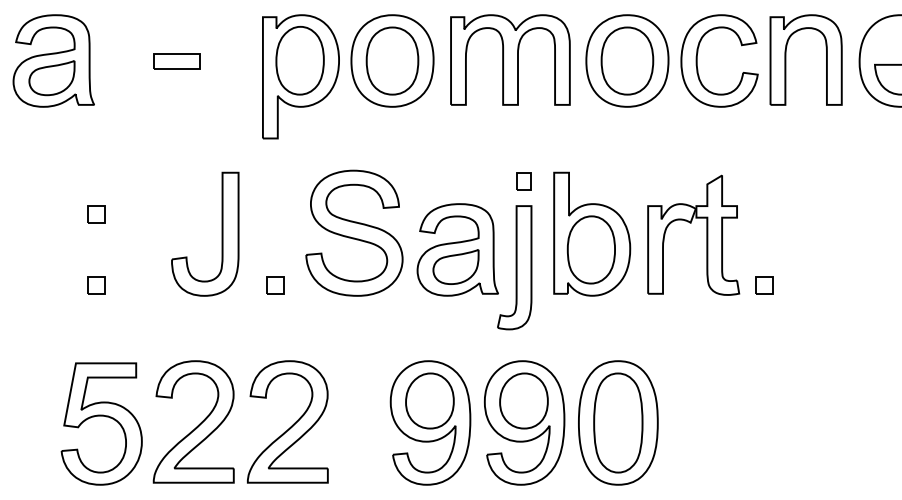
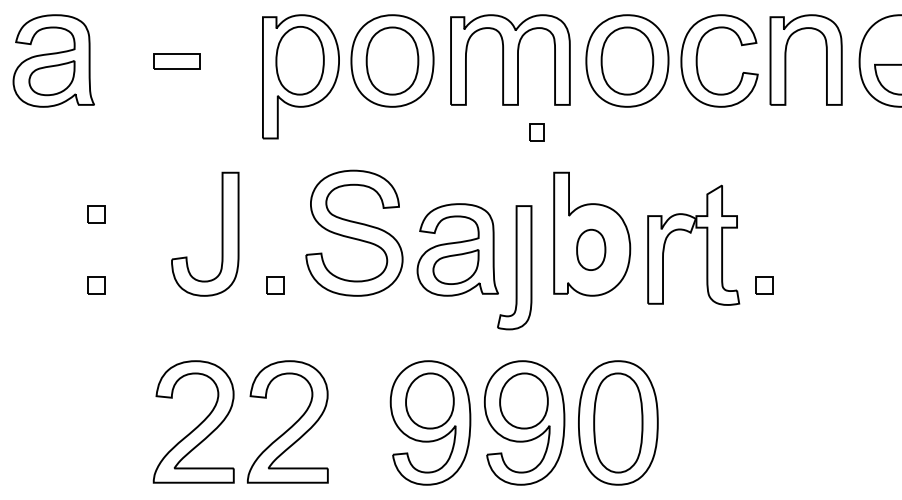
part at (523, 181) position: (523, 181) -> (536, 132)
part at (691, 223) position: (691, 223) -> (691, 233)
part at (590, 249) size: 50x70 px -> 31x43 px
part at (101, 416): present -> none
